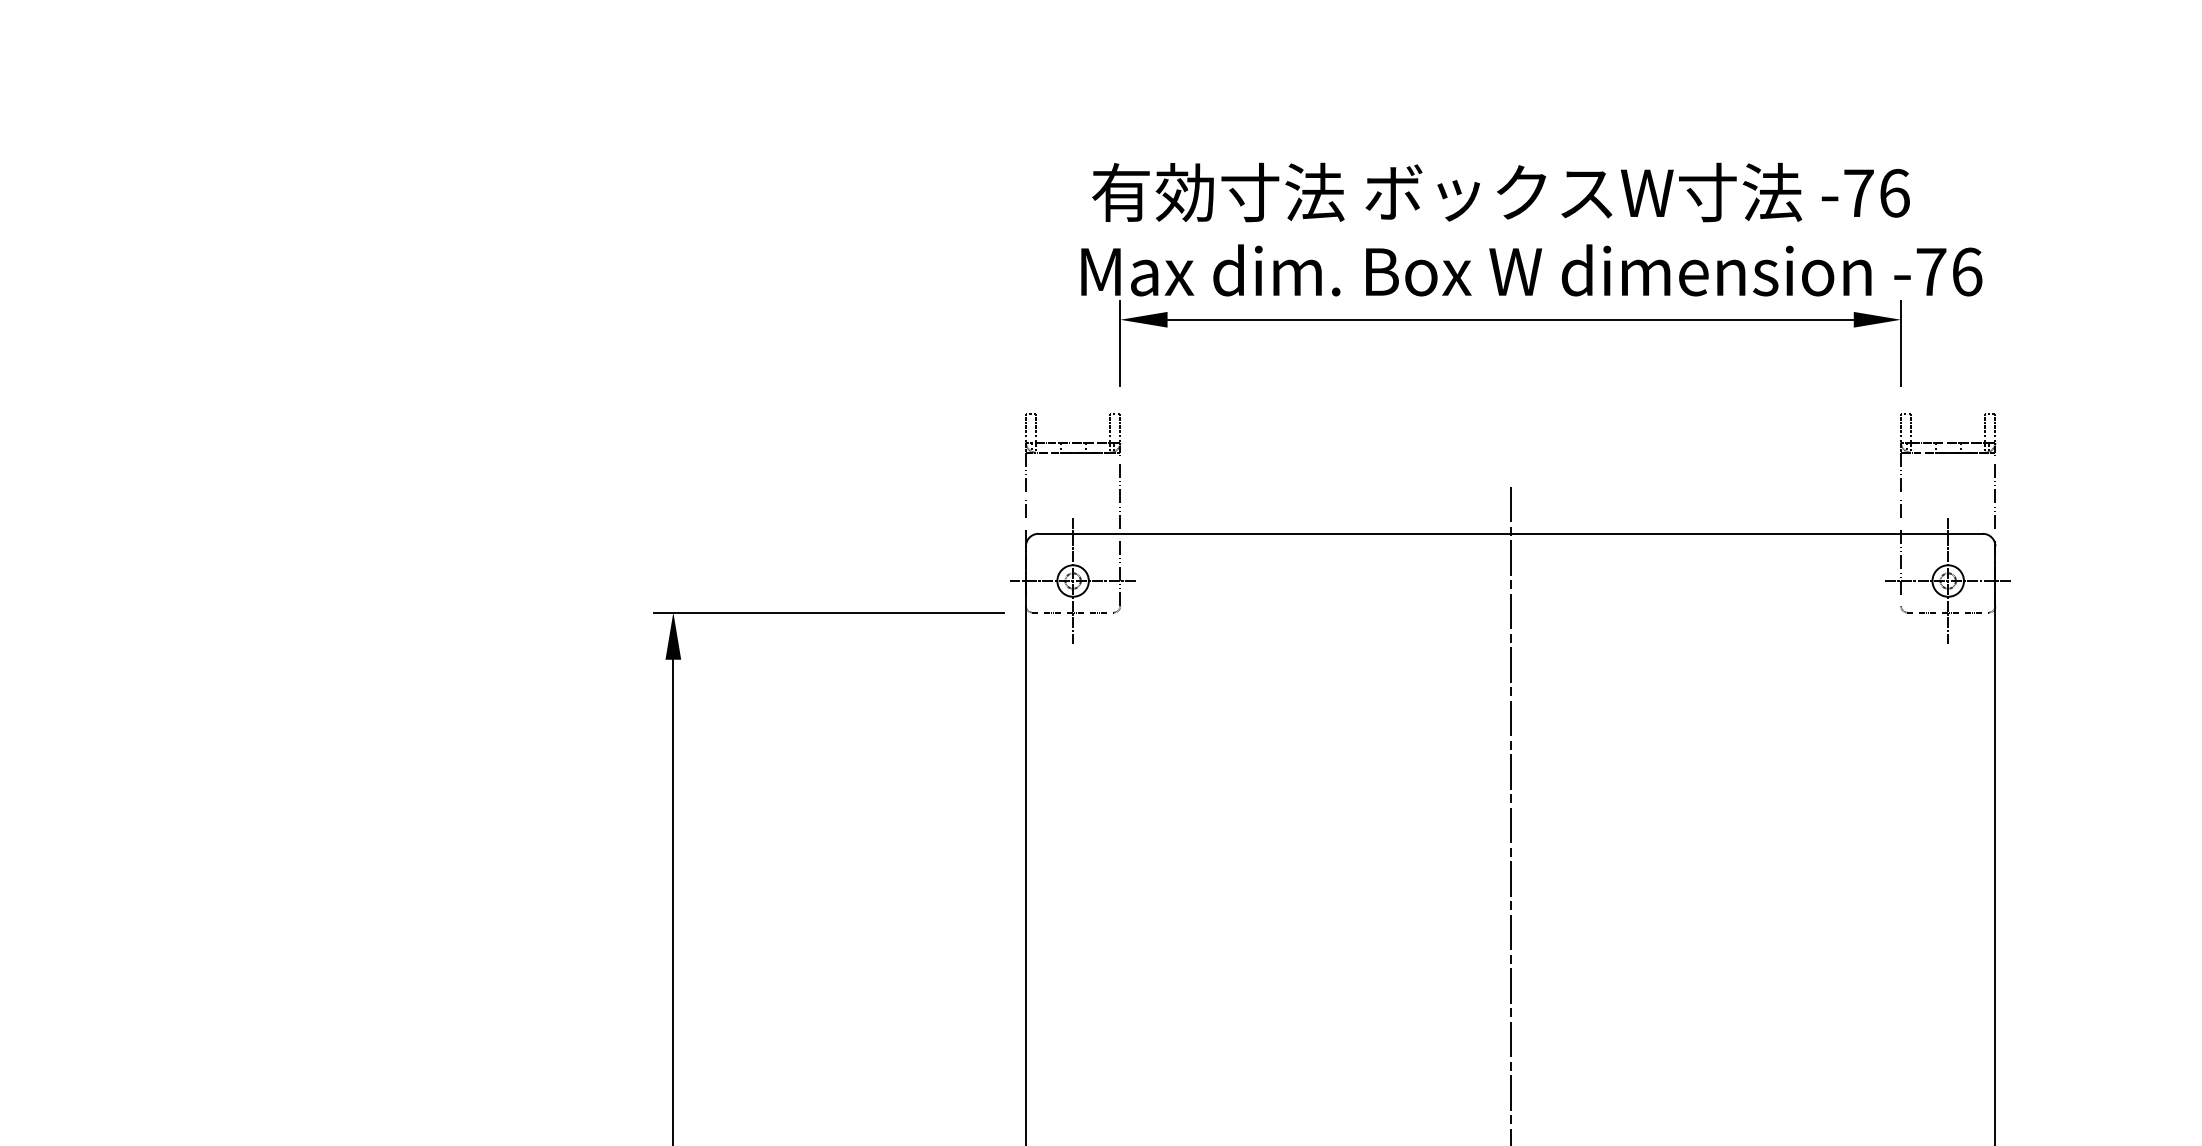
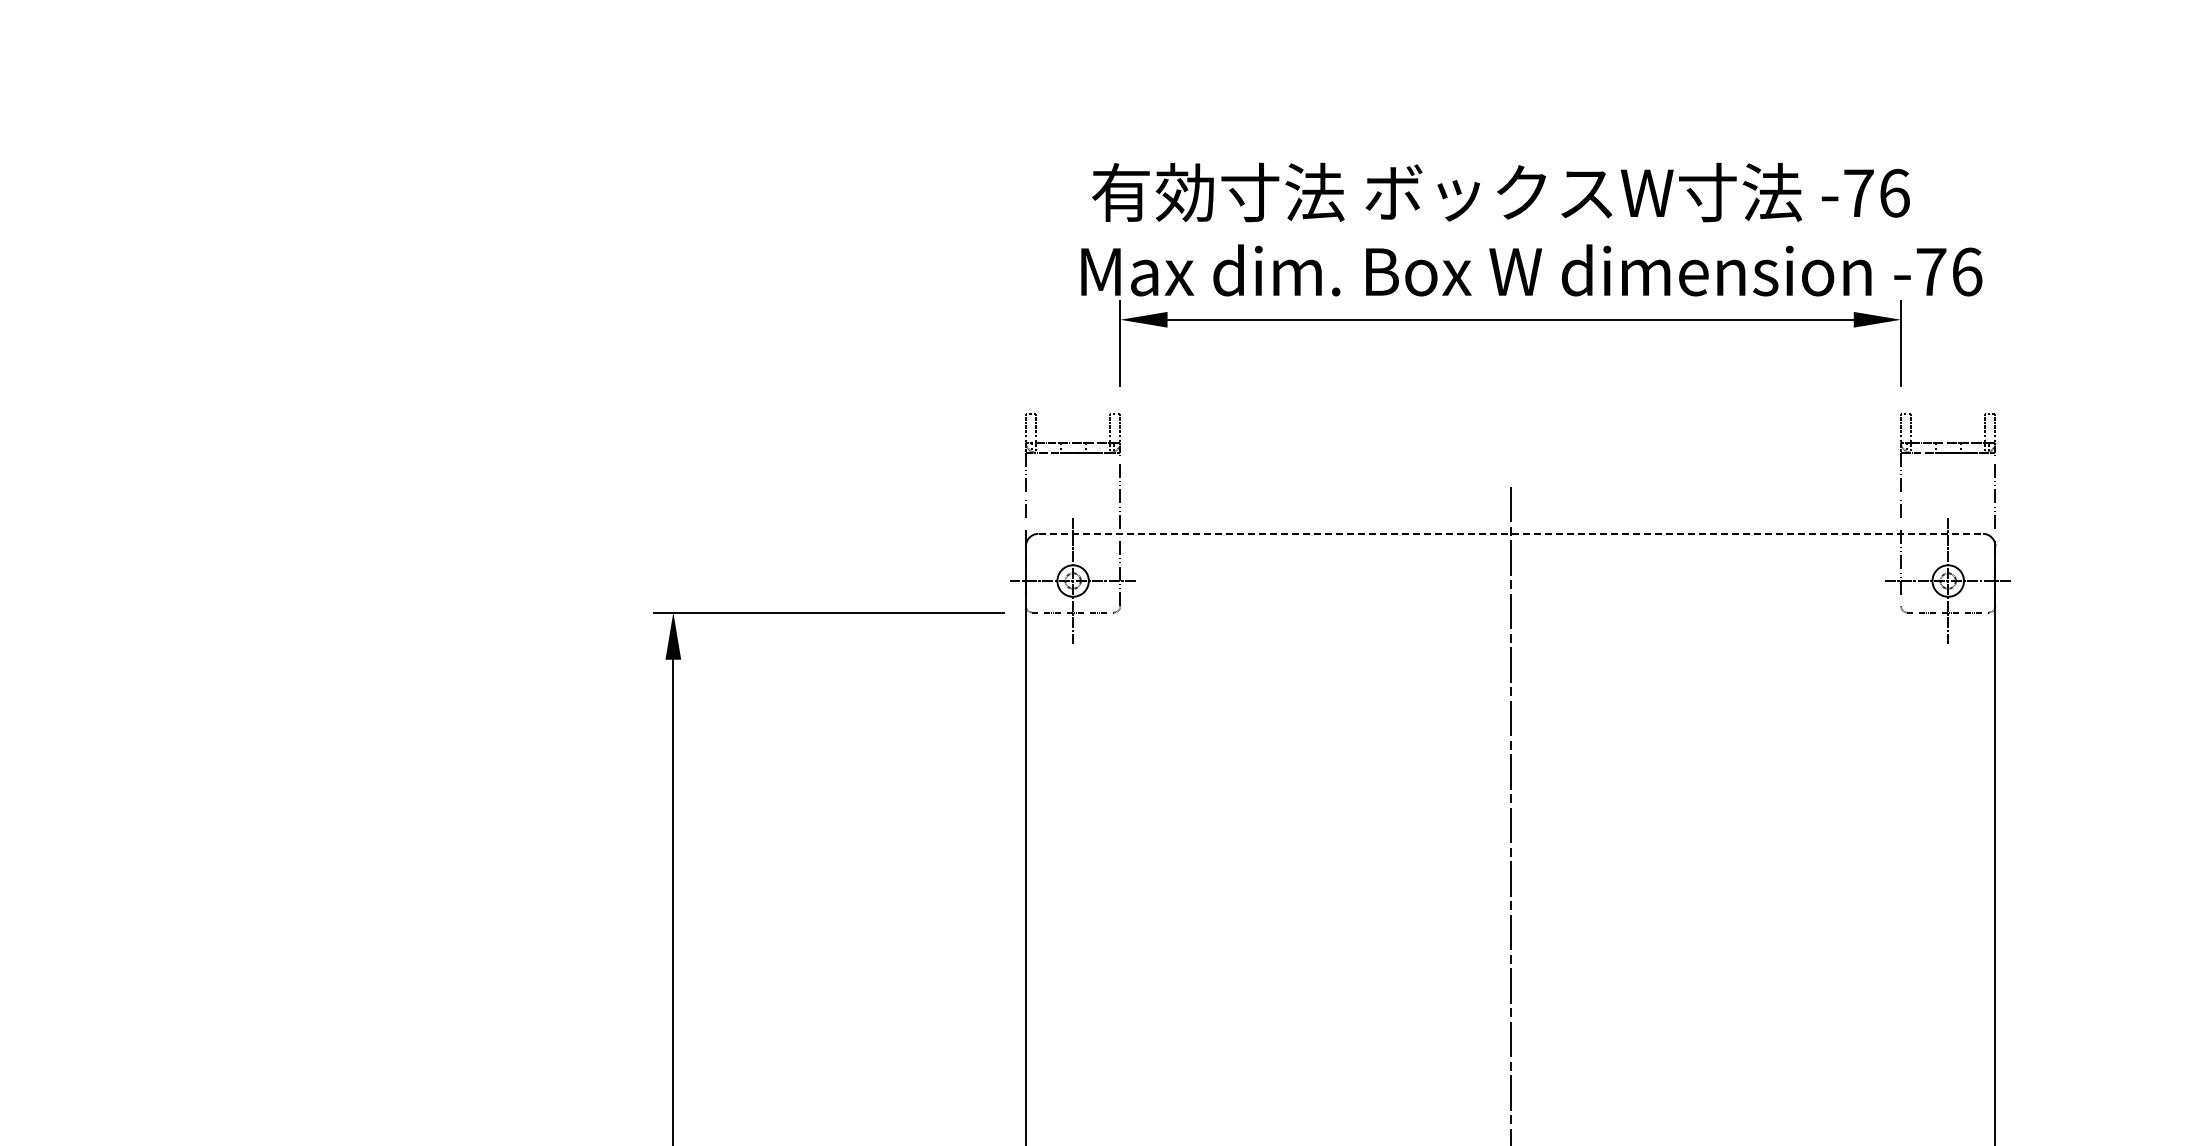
line at (1511, 533): solid -> dashed
